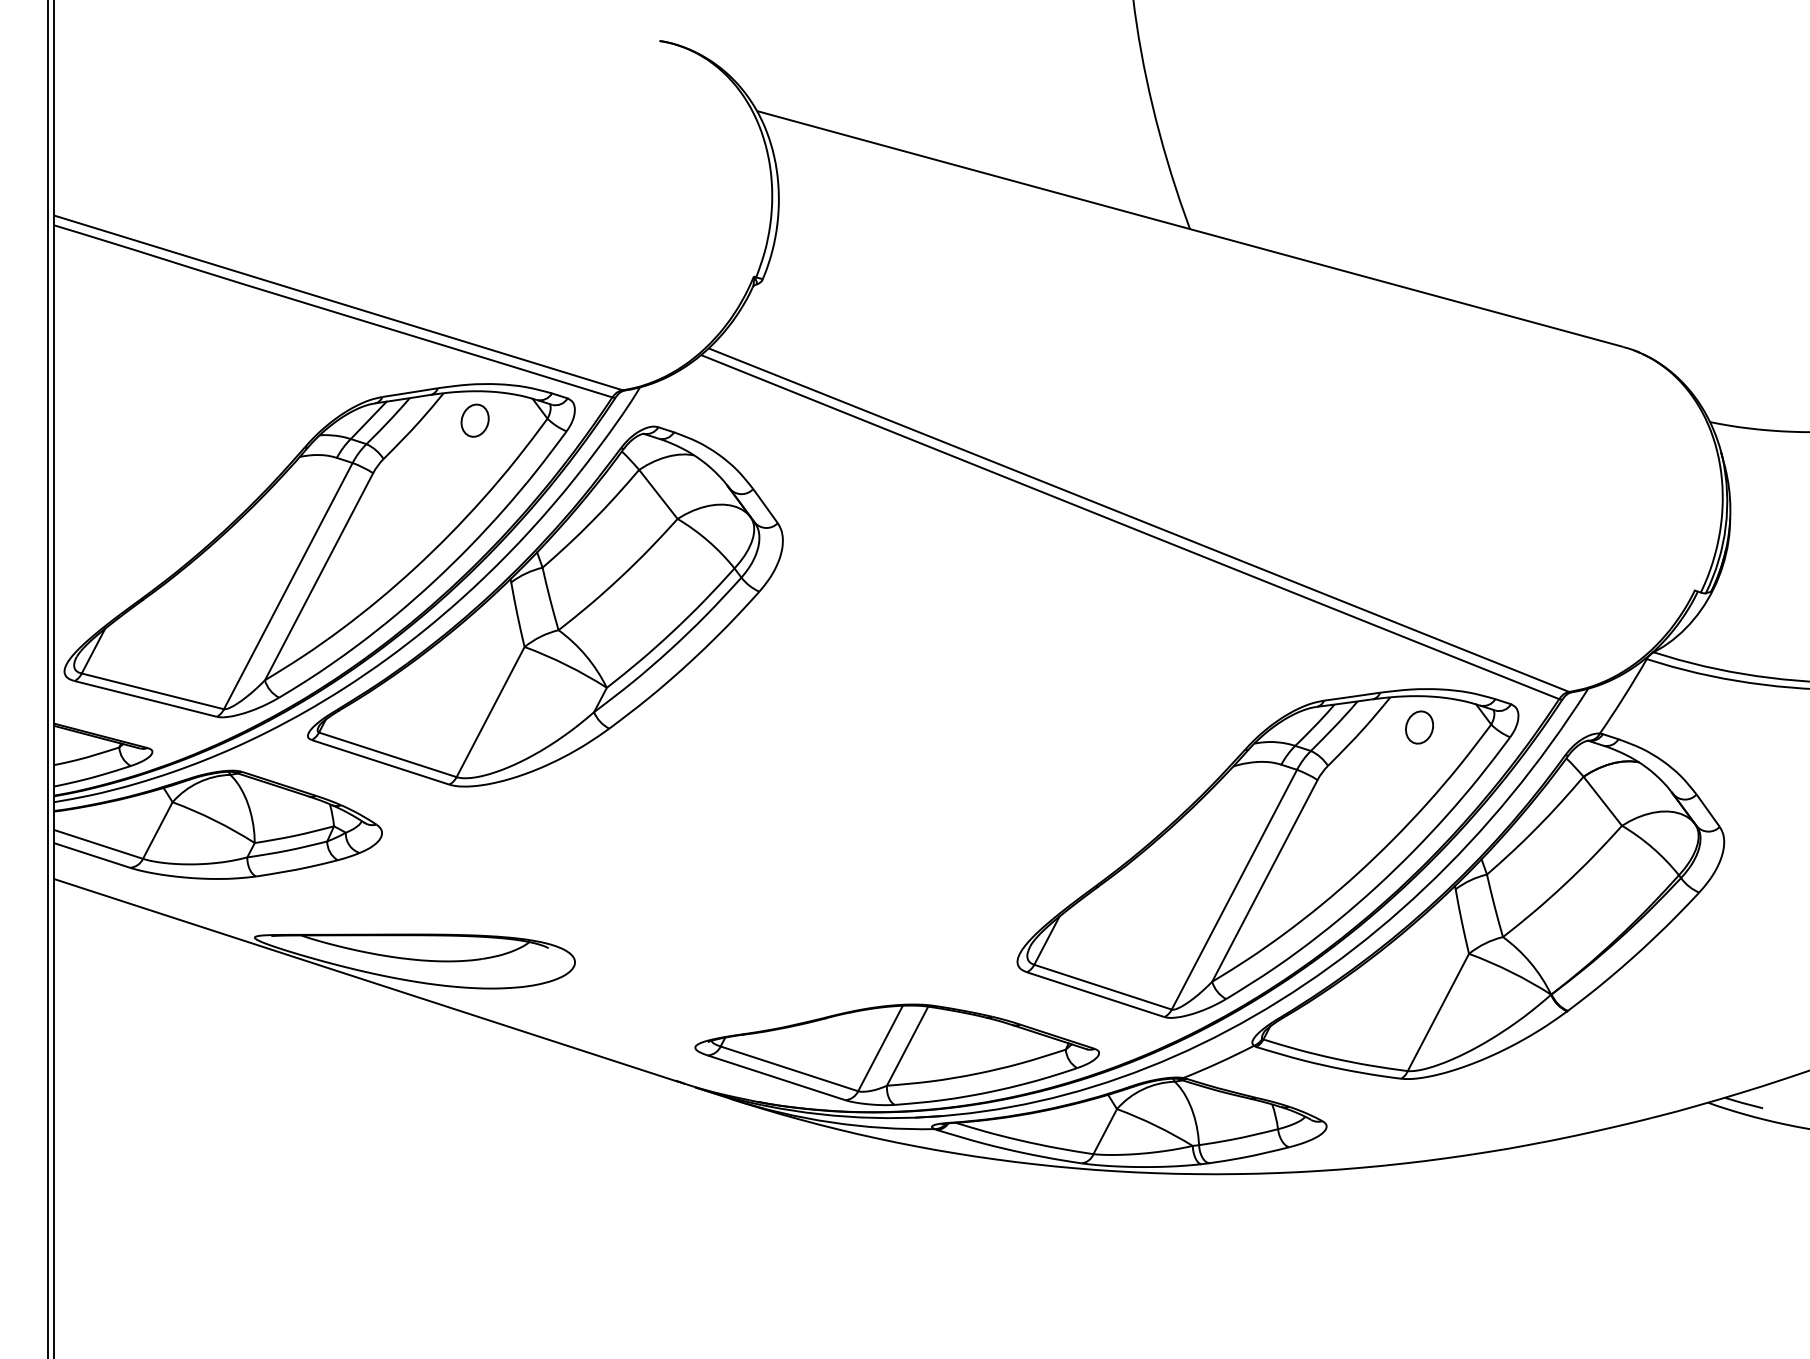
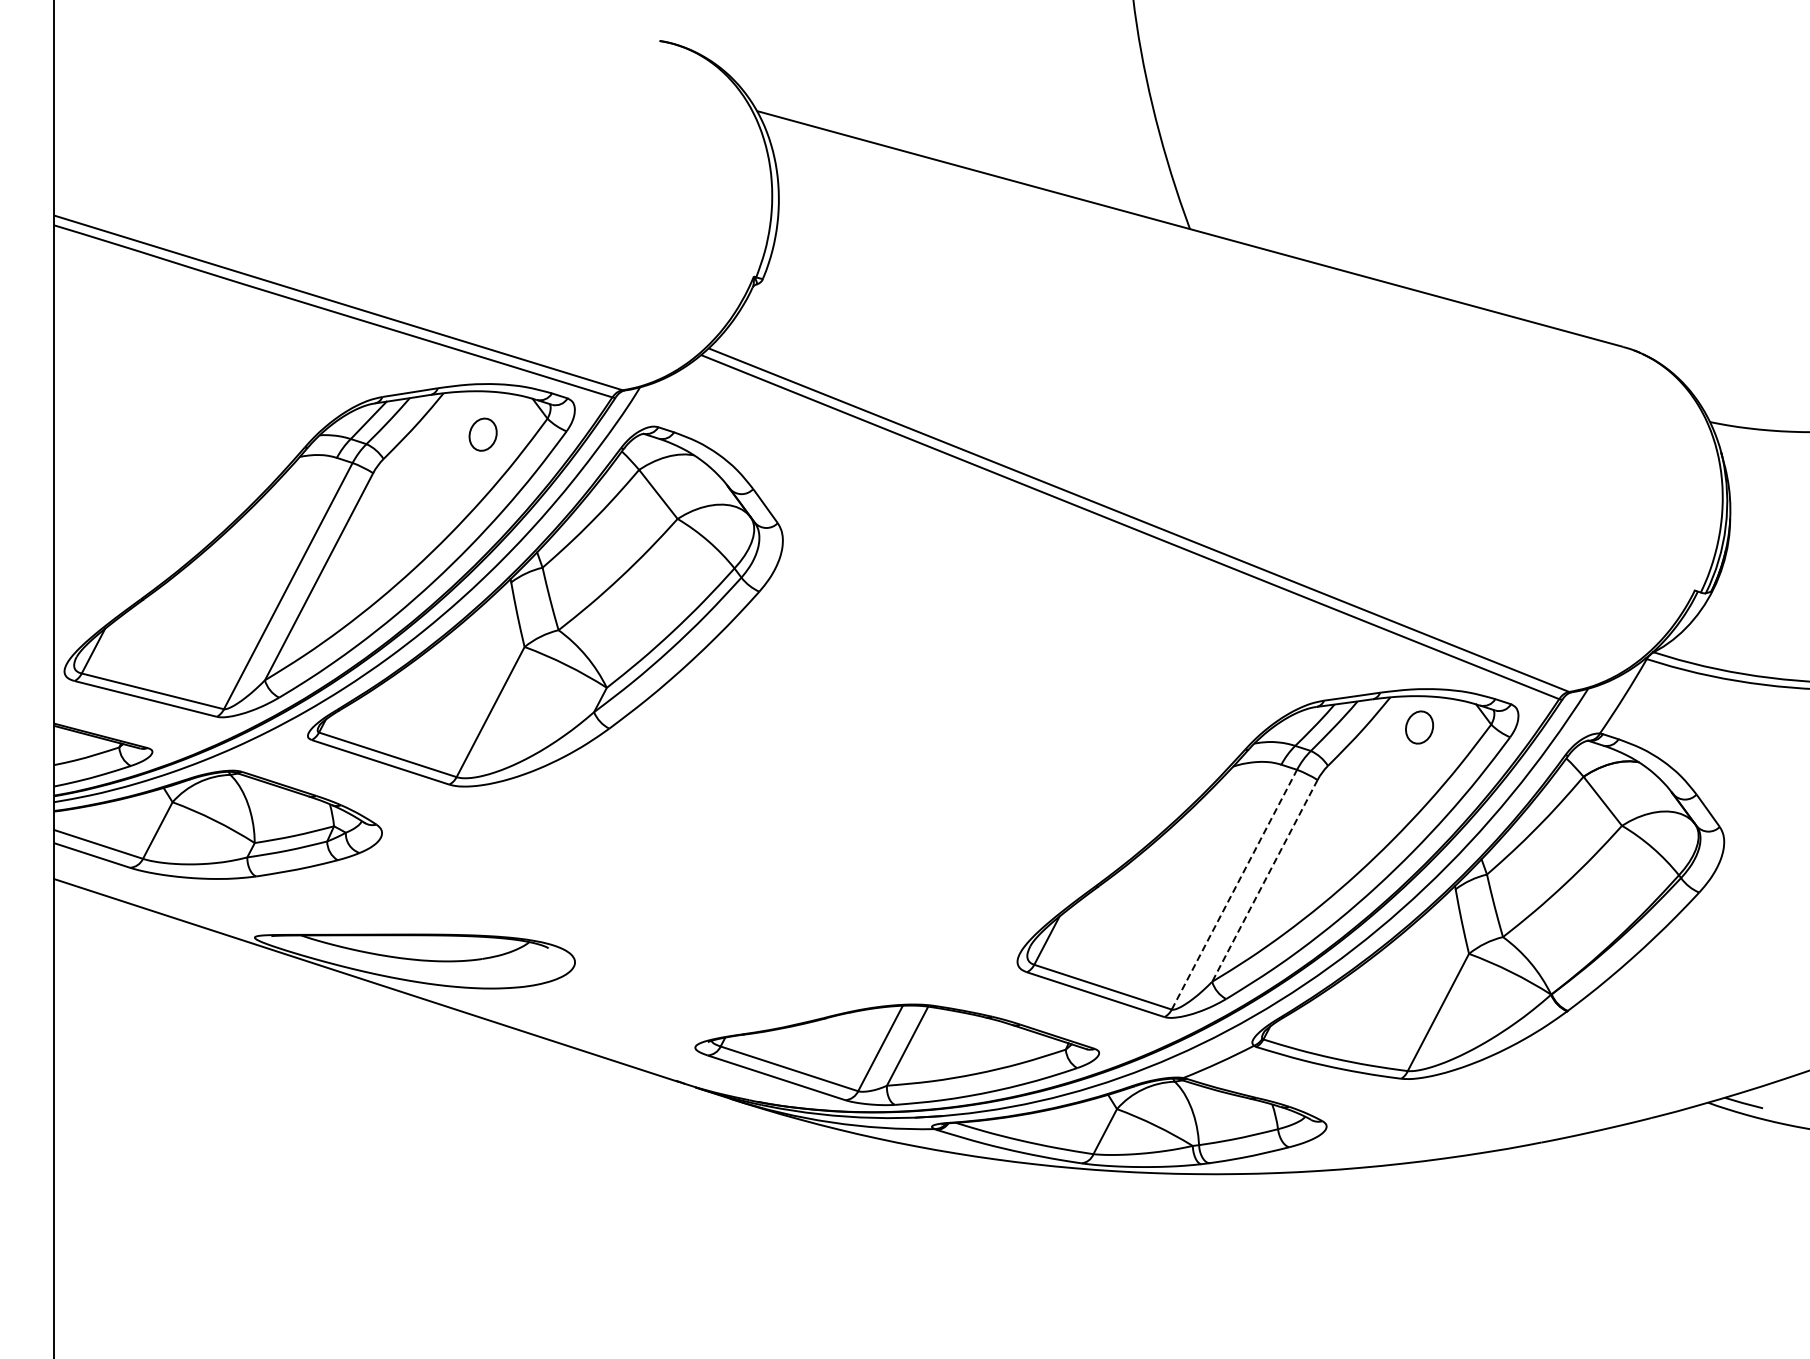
part at (474, 420) position: (474, 420) -> (482, 434)
line at (47, 678): present -> none
line at (1264, 880): solid -> dashed
line at (1234, 889): solid -> dashed
